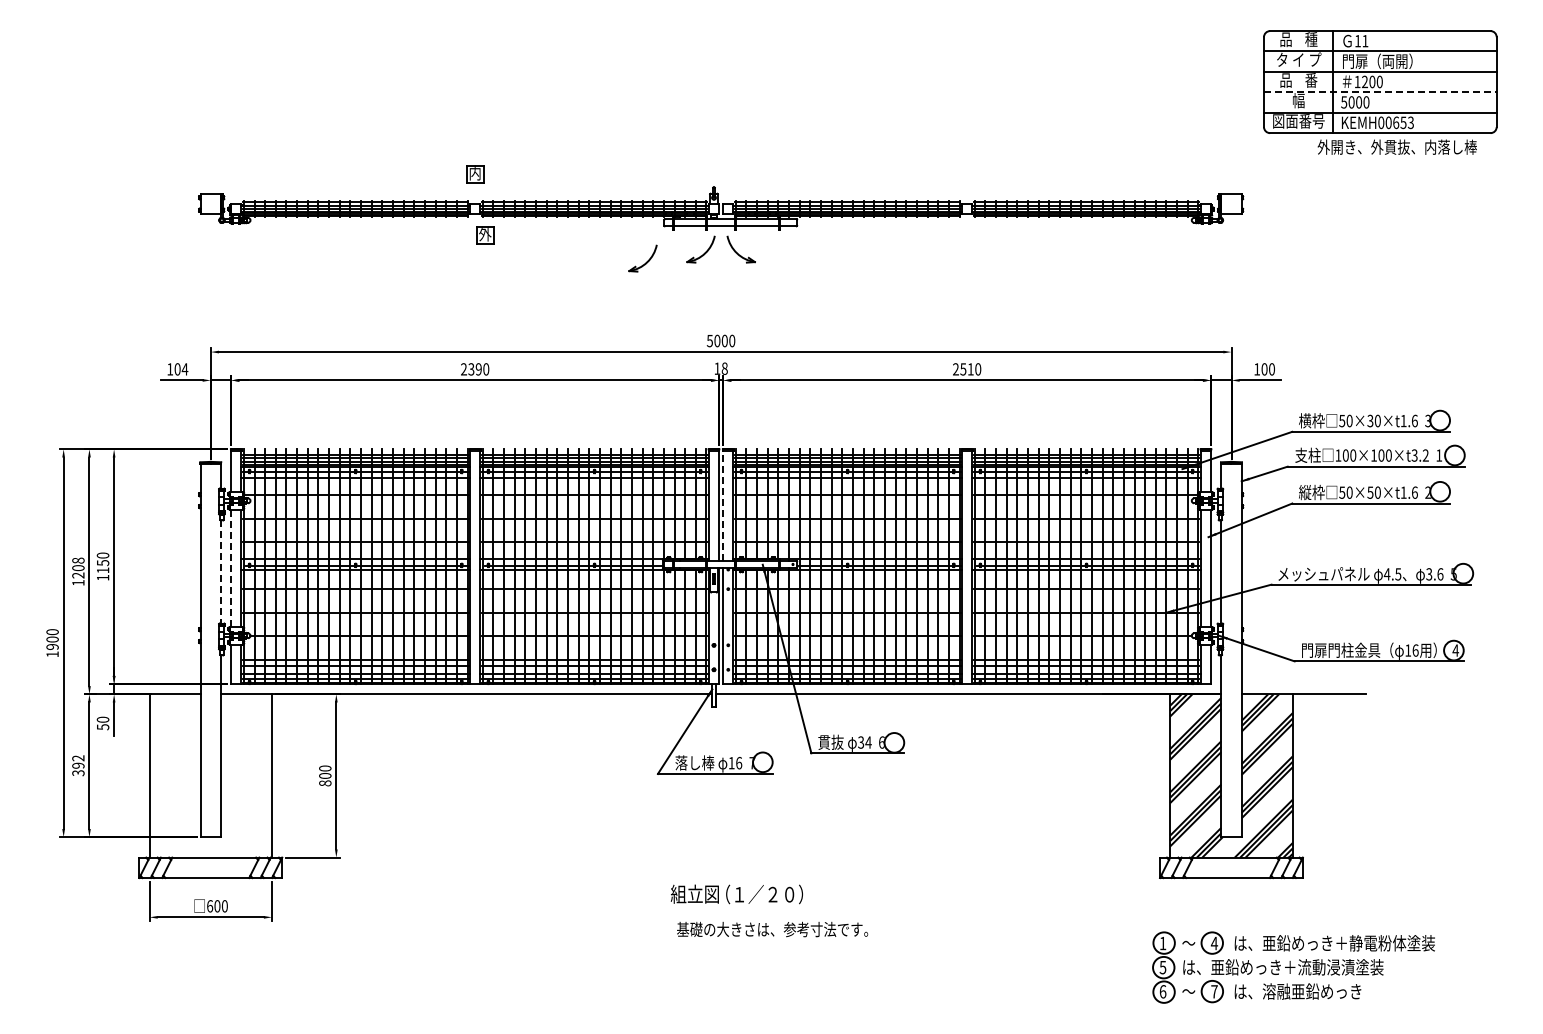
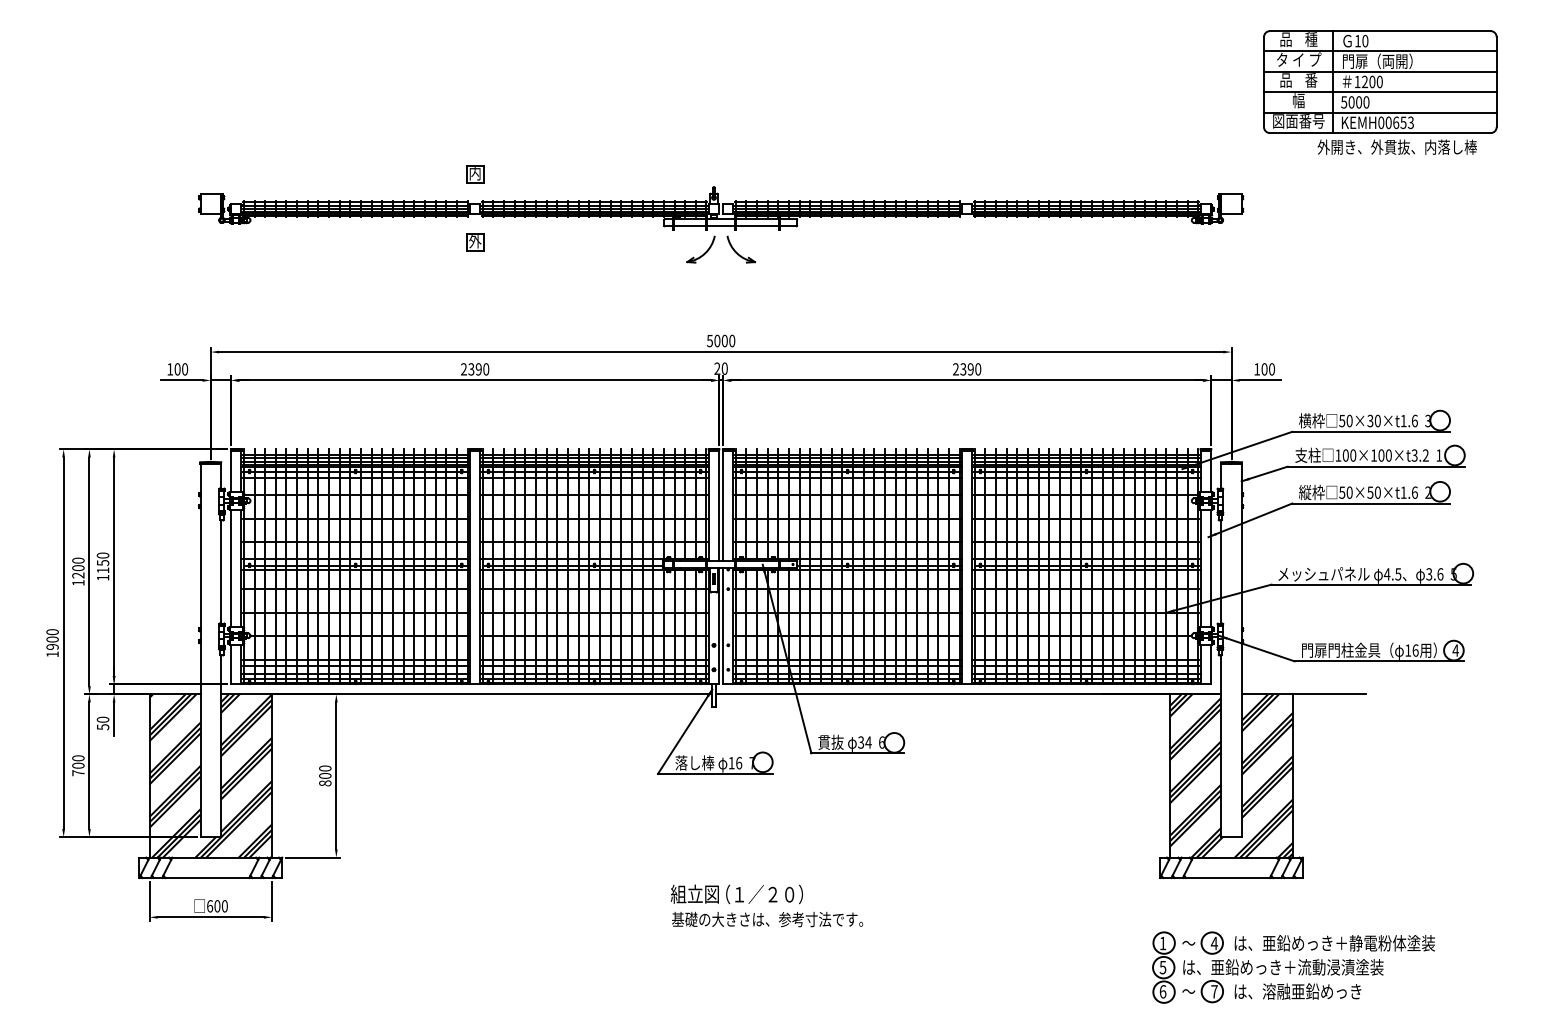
text at (1365, 40): 11 -> 10
line at (1380, 92): dashed -> solid
part at (485, 235) position: (485, 235) -> (475, 242)
part at (642, 258): present -> none
text at (720, 368): 18 -> 20
text at (184, 369): 104 -> 100
text at (966, 369): 2510 -> 2390
line at (723, 505): dashed -> solid
text at (78, 560): 1208 -> 1200
line at (231, 567): dashed -> solid
line at (221, 572): dashed -> solid
text at (78, 765): 392 -> 700
hatch at (210, 775): none -> present
text at (772, 929) position: (772, 929) -> (767, 919)
